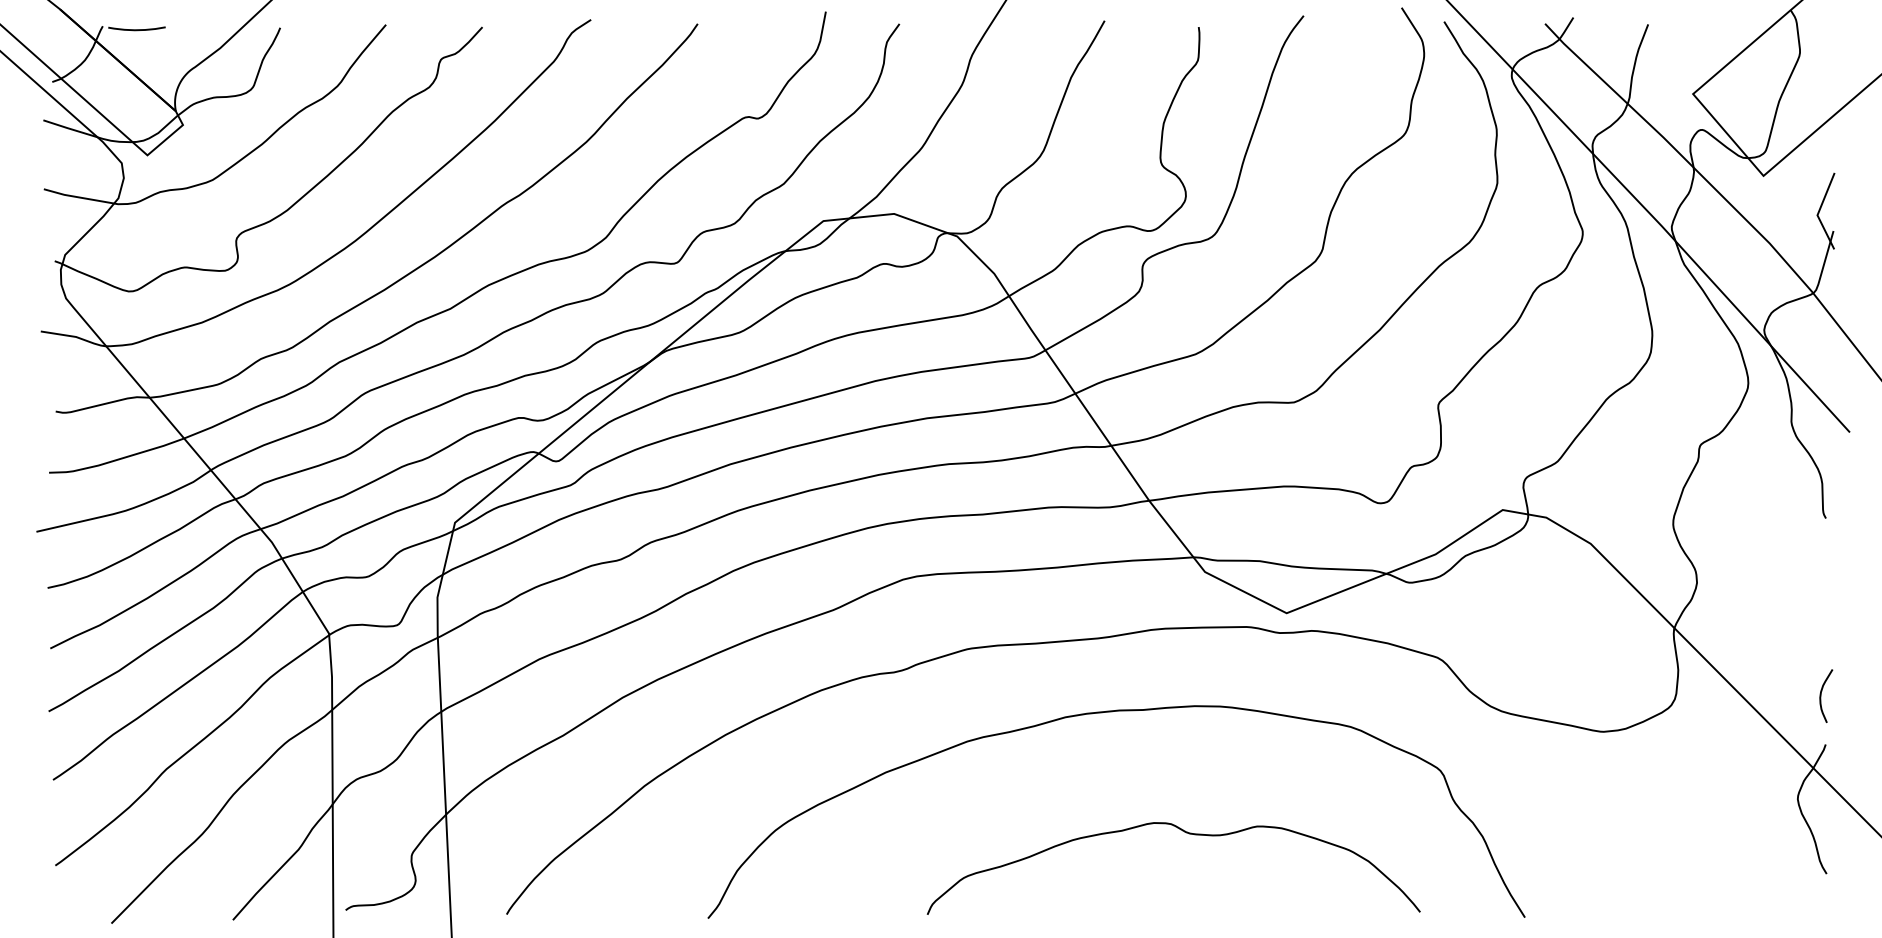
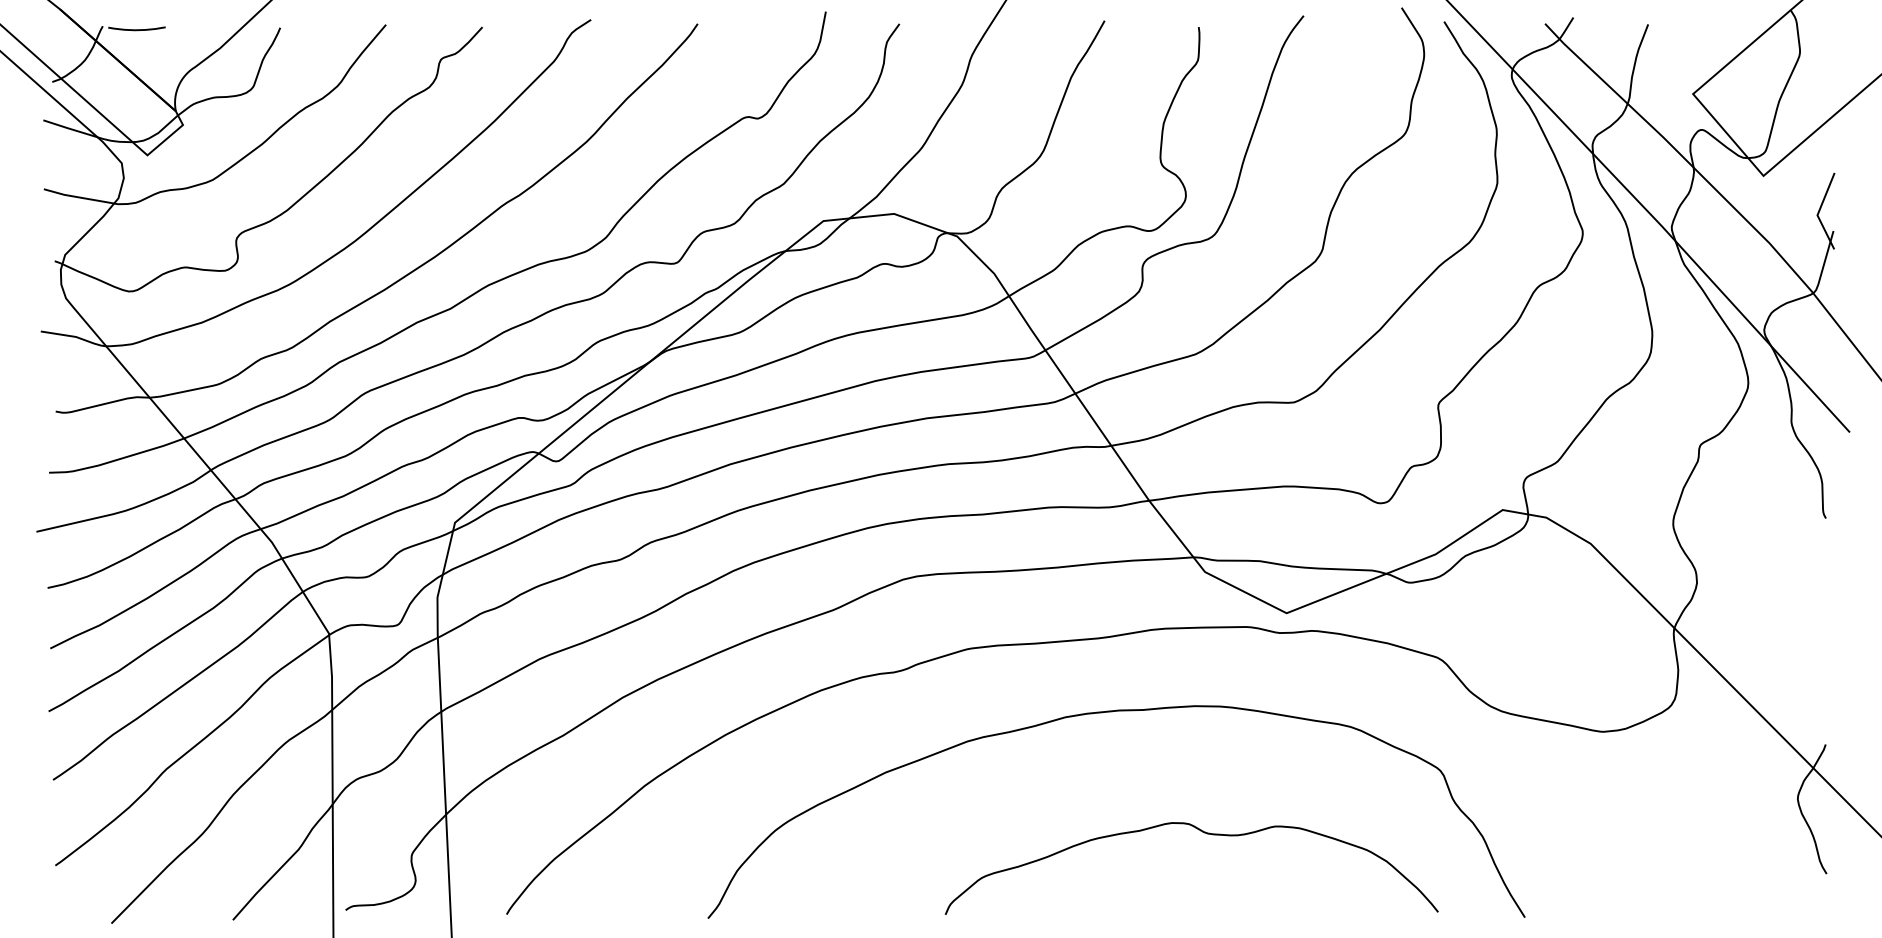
curve at (1821, 695): present -> none
curve at (1186, 833) position: (1186, 833) -> (1204, 833)
